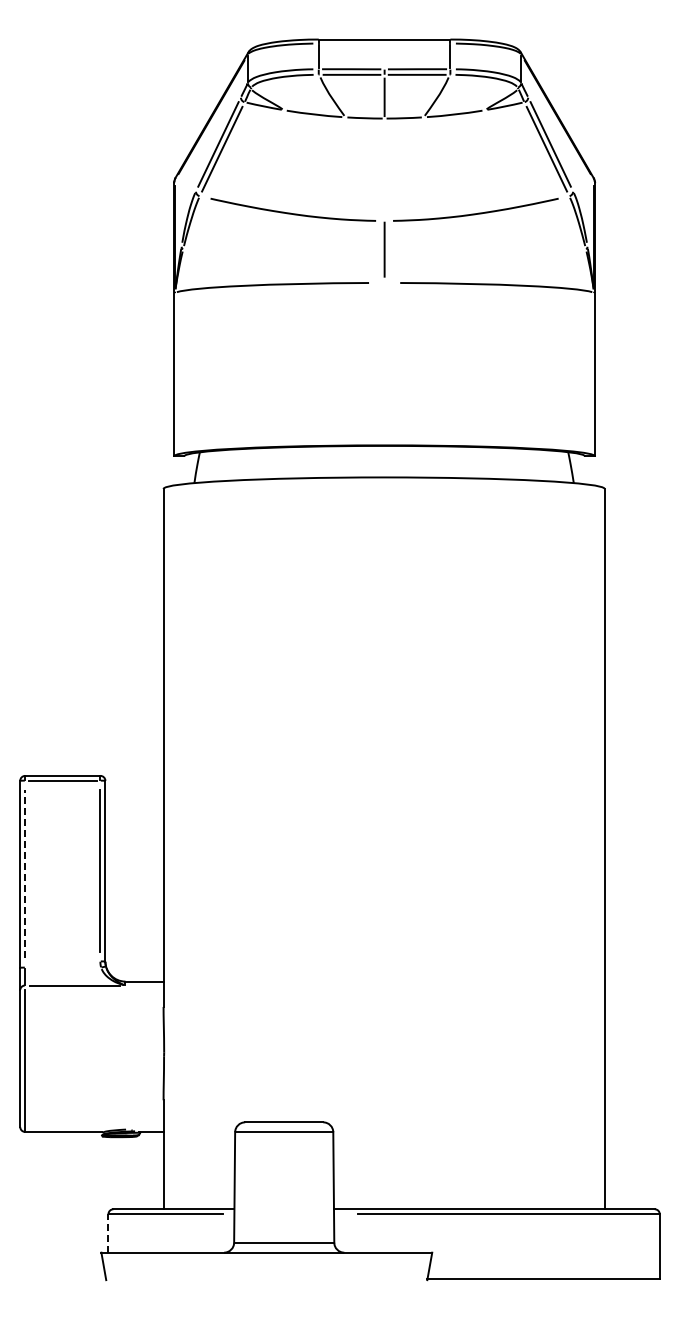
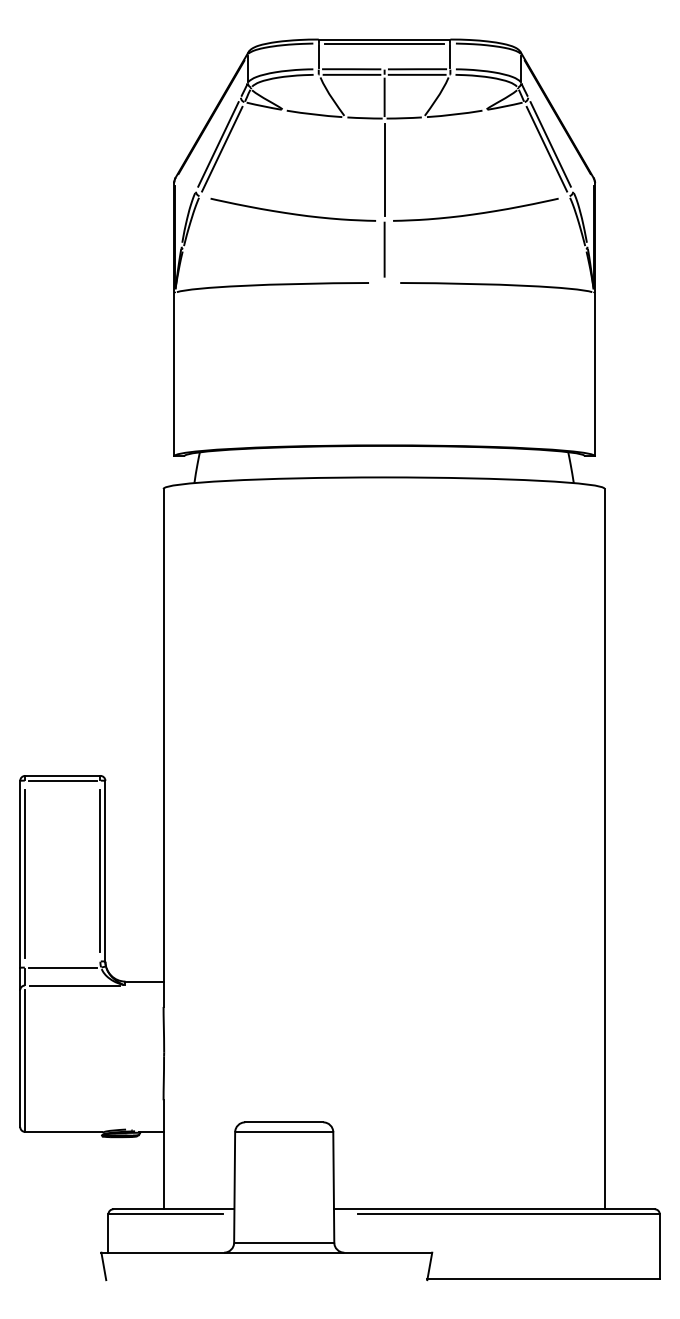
line at (384, 43): none -> present
line at (384, 169): none -> present
line at (25, 873): dashed -> solid
line at (63, 967): none -> present
line at (108, 1232): dashed -> solid
